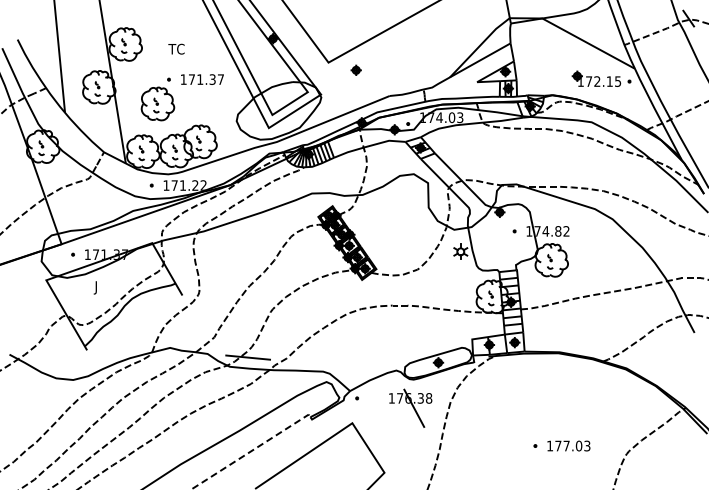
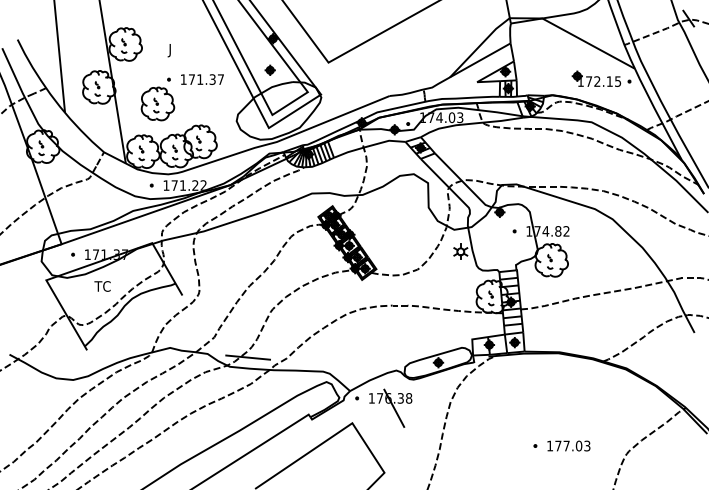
text at (175, 50): TC -> J
part at (355, 69) position: (355, 69) -> (269, 69)
text at (101, 287): J -> TC
part at (410, 407) position: (410, 407) -> (390, 407)
line at (252, 450): dashed -> solid
